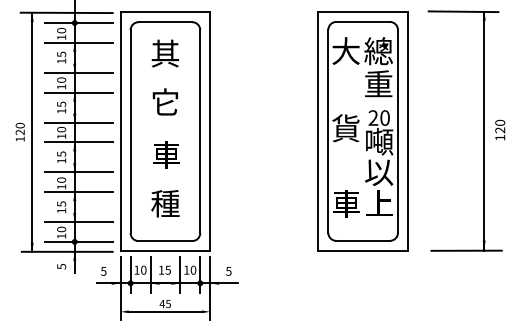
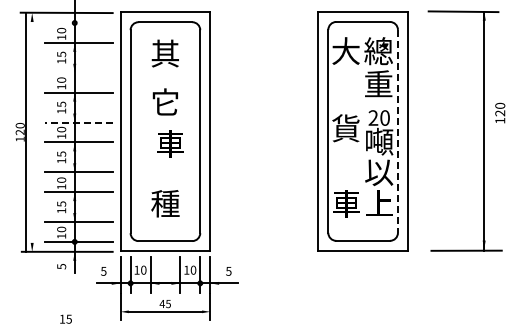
line at (78, 23): present -> none
line at (78, 72): present -> none
line at (78, 122): solid -> dashed
text at (500, 129) position: (500, 129) -> (500, 112)
line at (397, 131): solid -> dashed
line at (32, 132) position: (32, 132) -> (26, 132)
text at (166, 154) position: (166, 154) -> (170, 143)
text at (164, 269) position: (164, 269) -> (65, 318)
